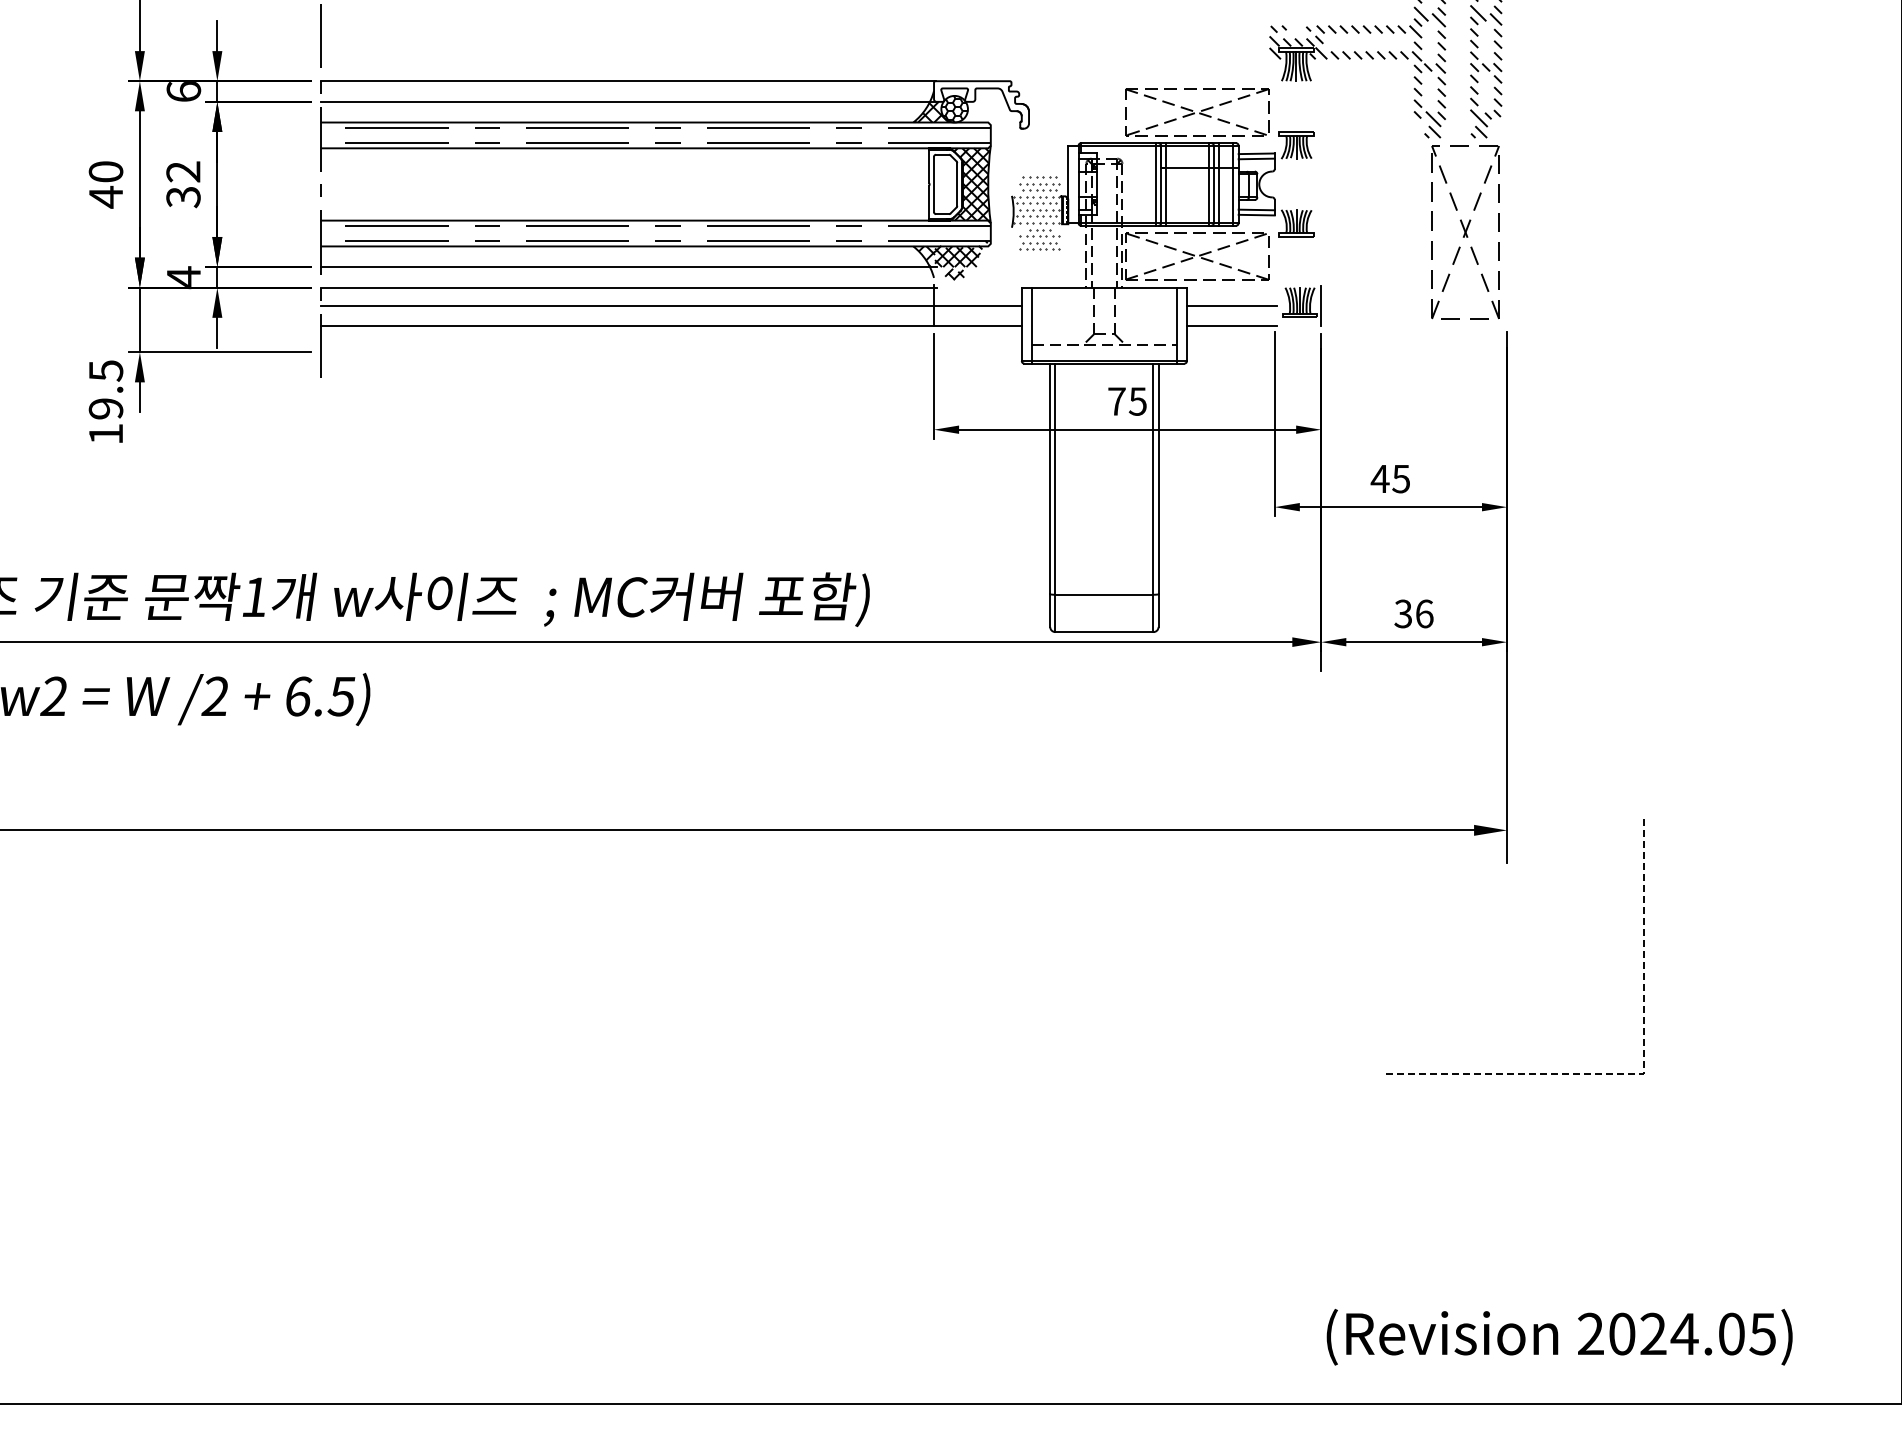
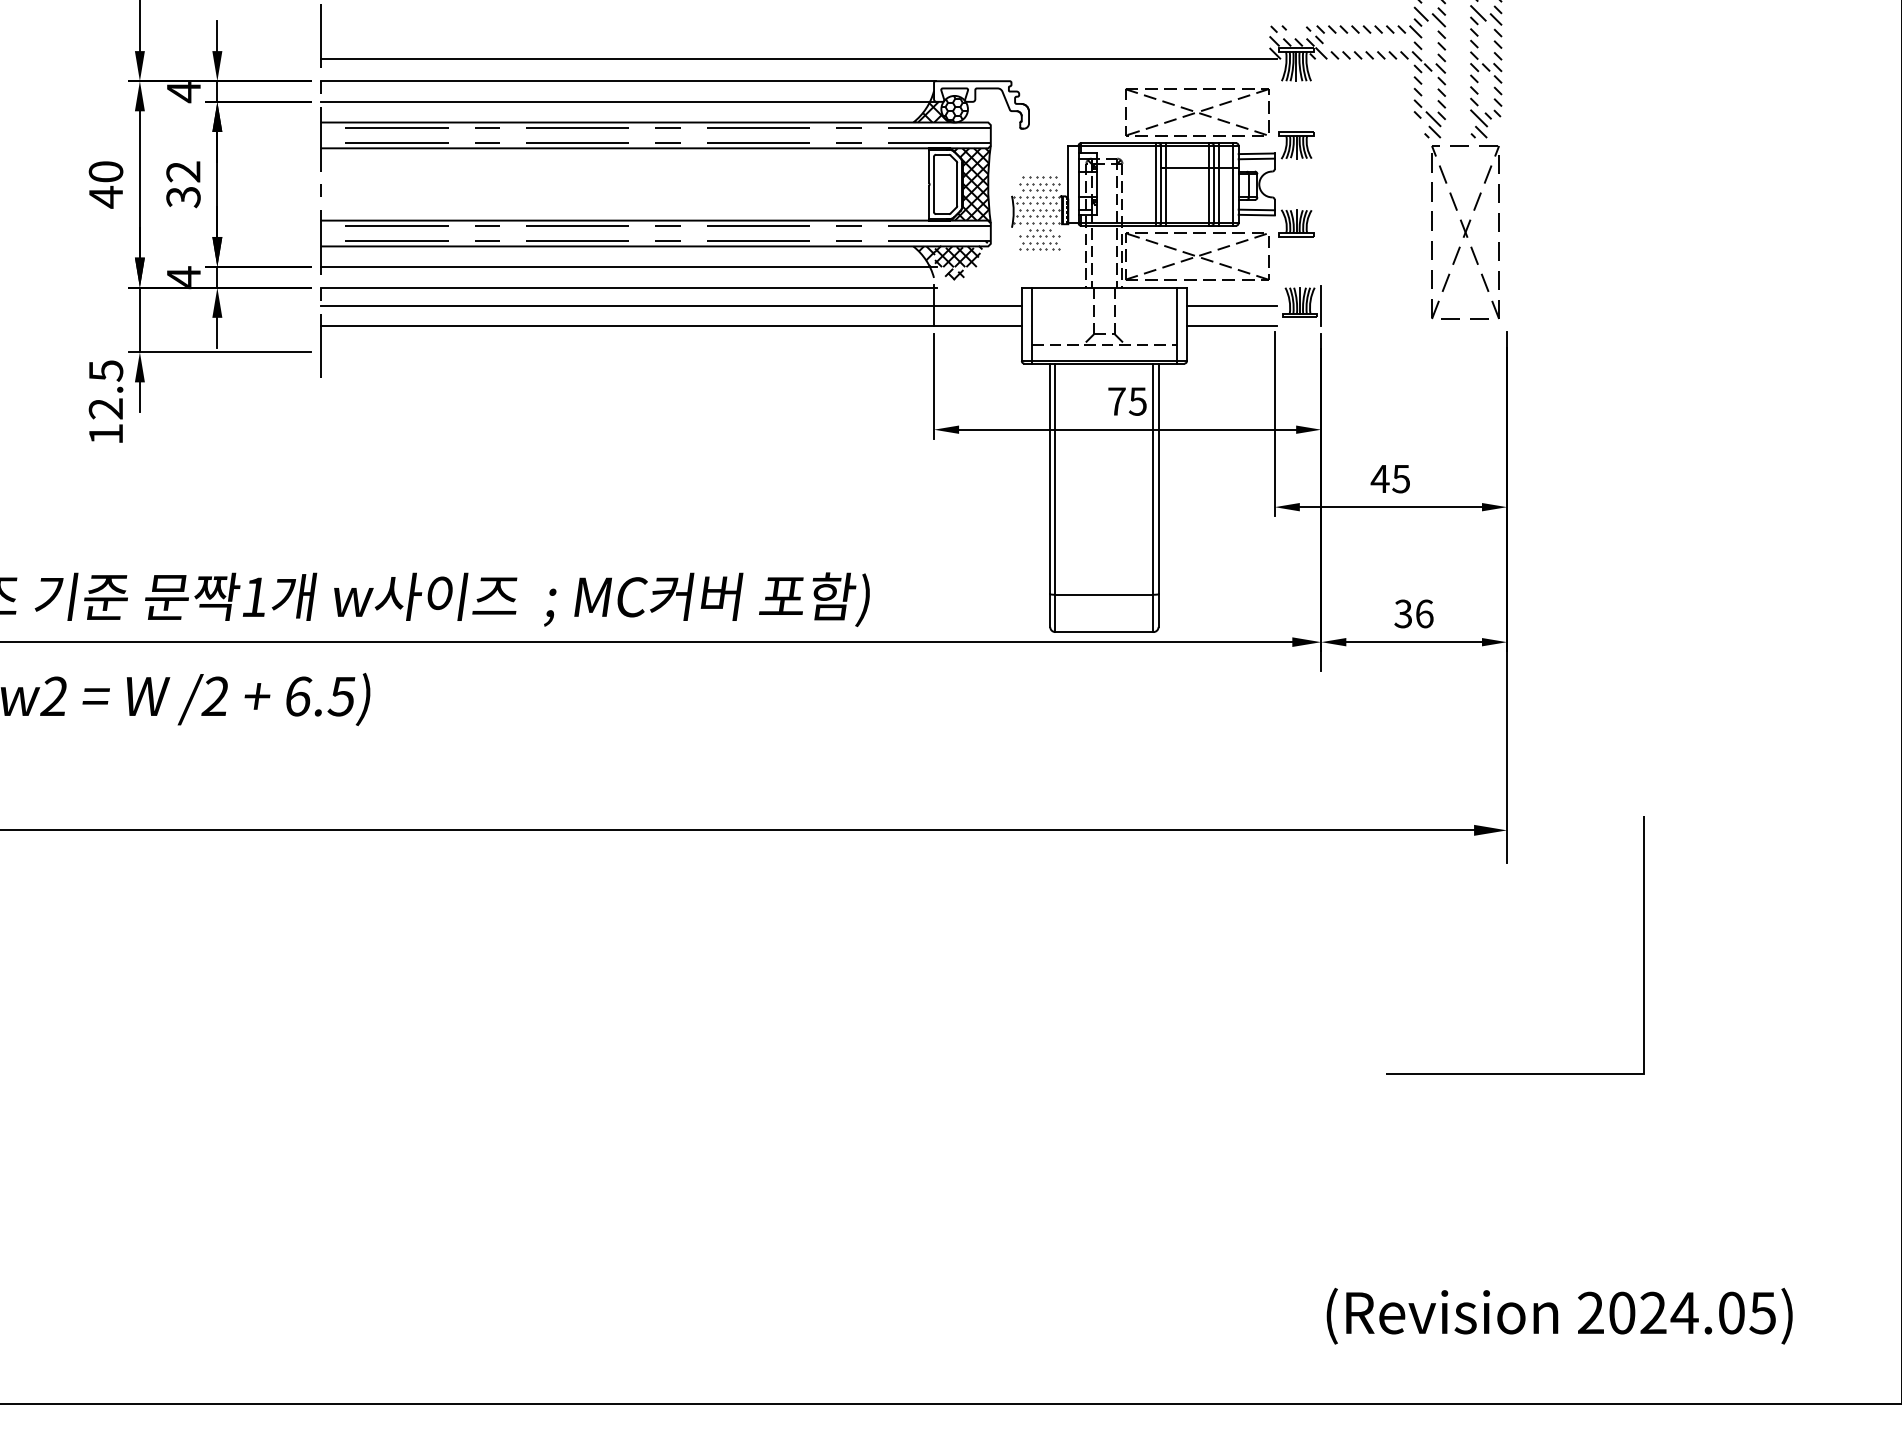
line at (798, 59): none -> present
text at (183, 92): 6 -> 4
text at (106, 408): 19.5 -> 12.5
line at (1644, 1074): dashed -> solid
text at (1559, 1337) position: (1559, 1337) -> (1559, 1316)
